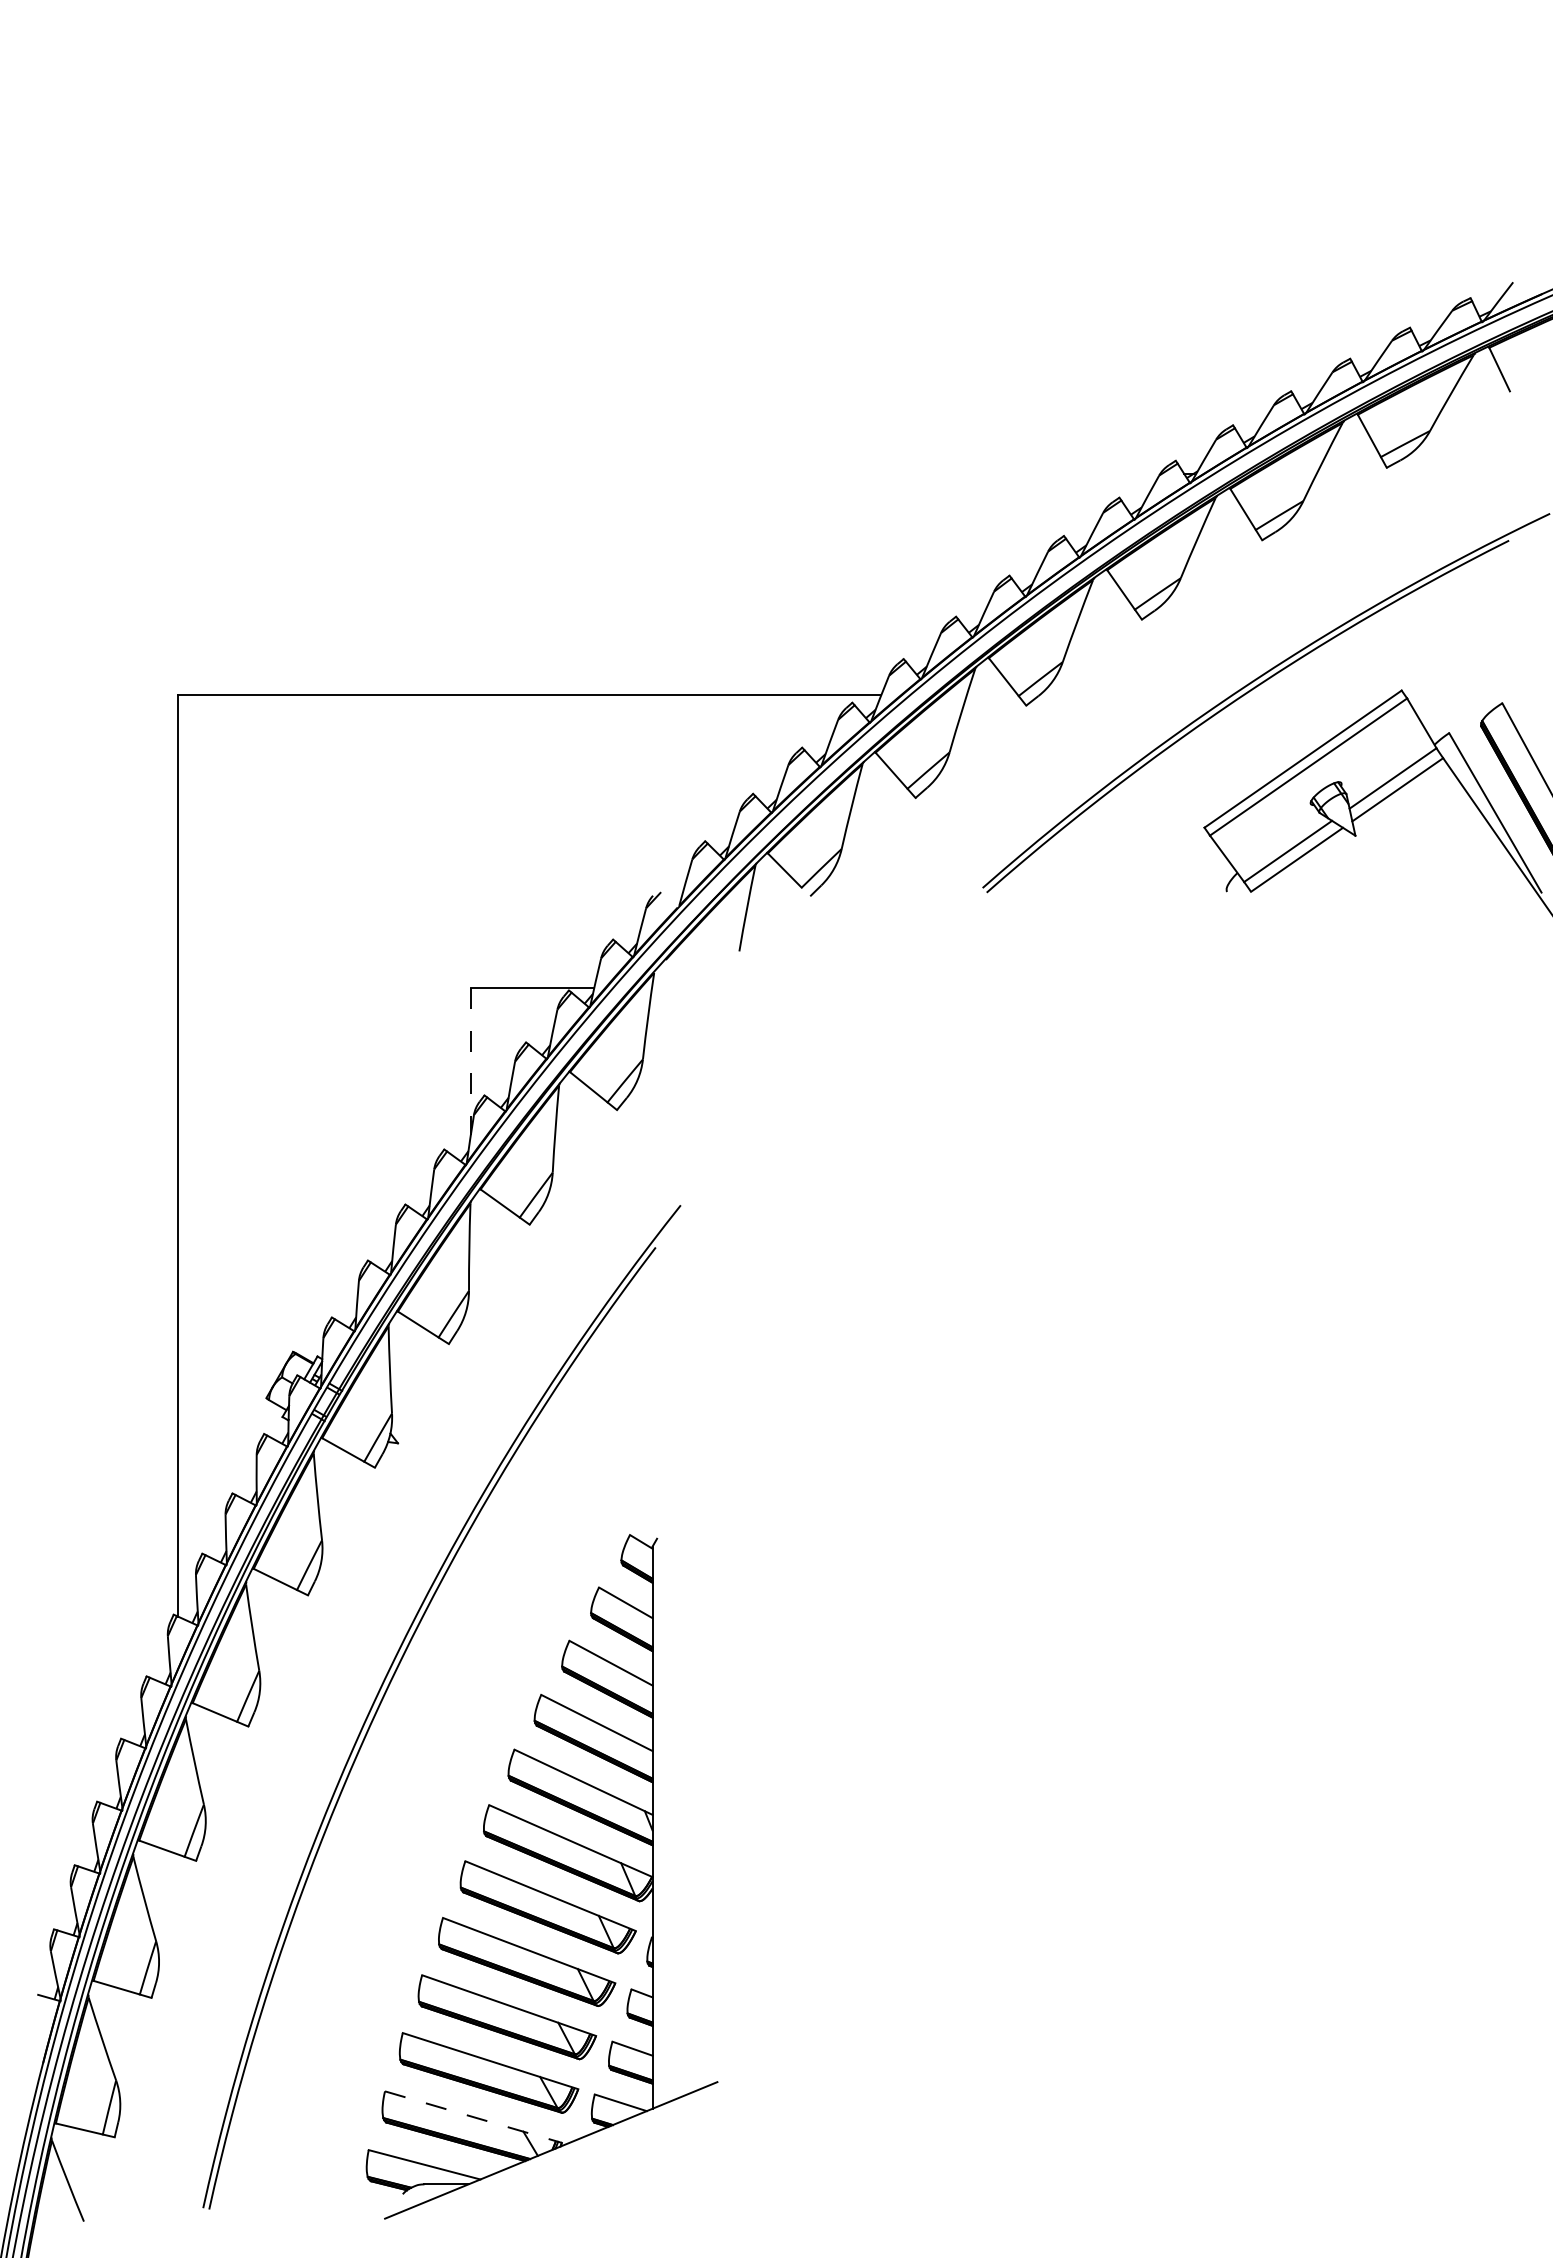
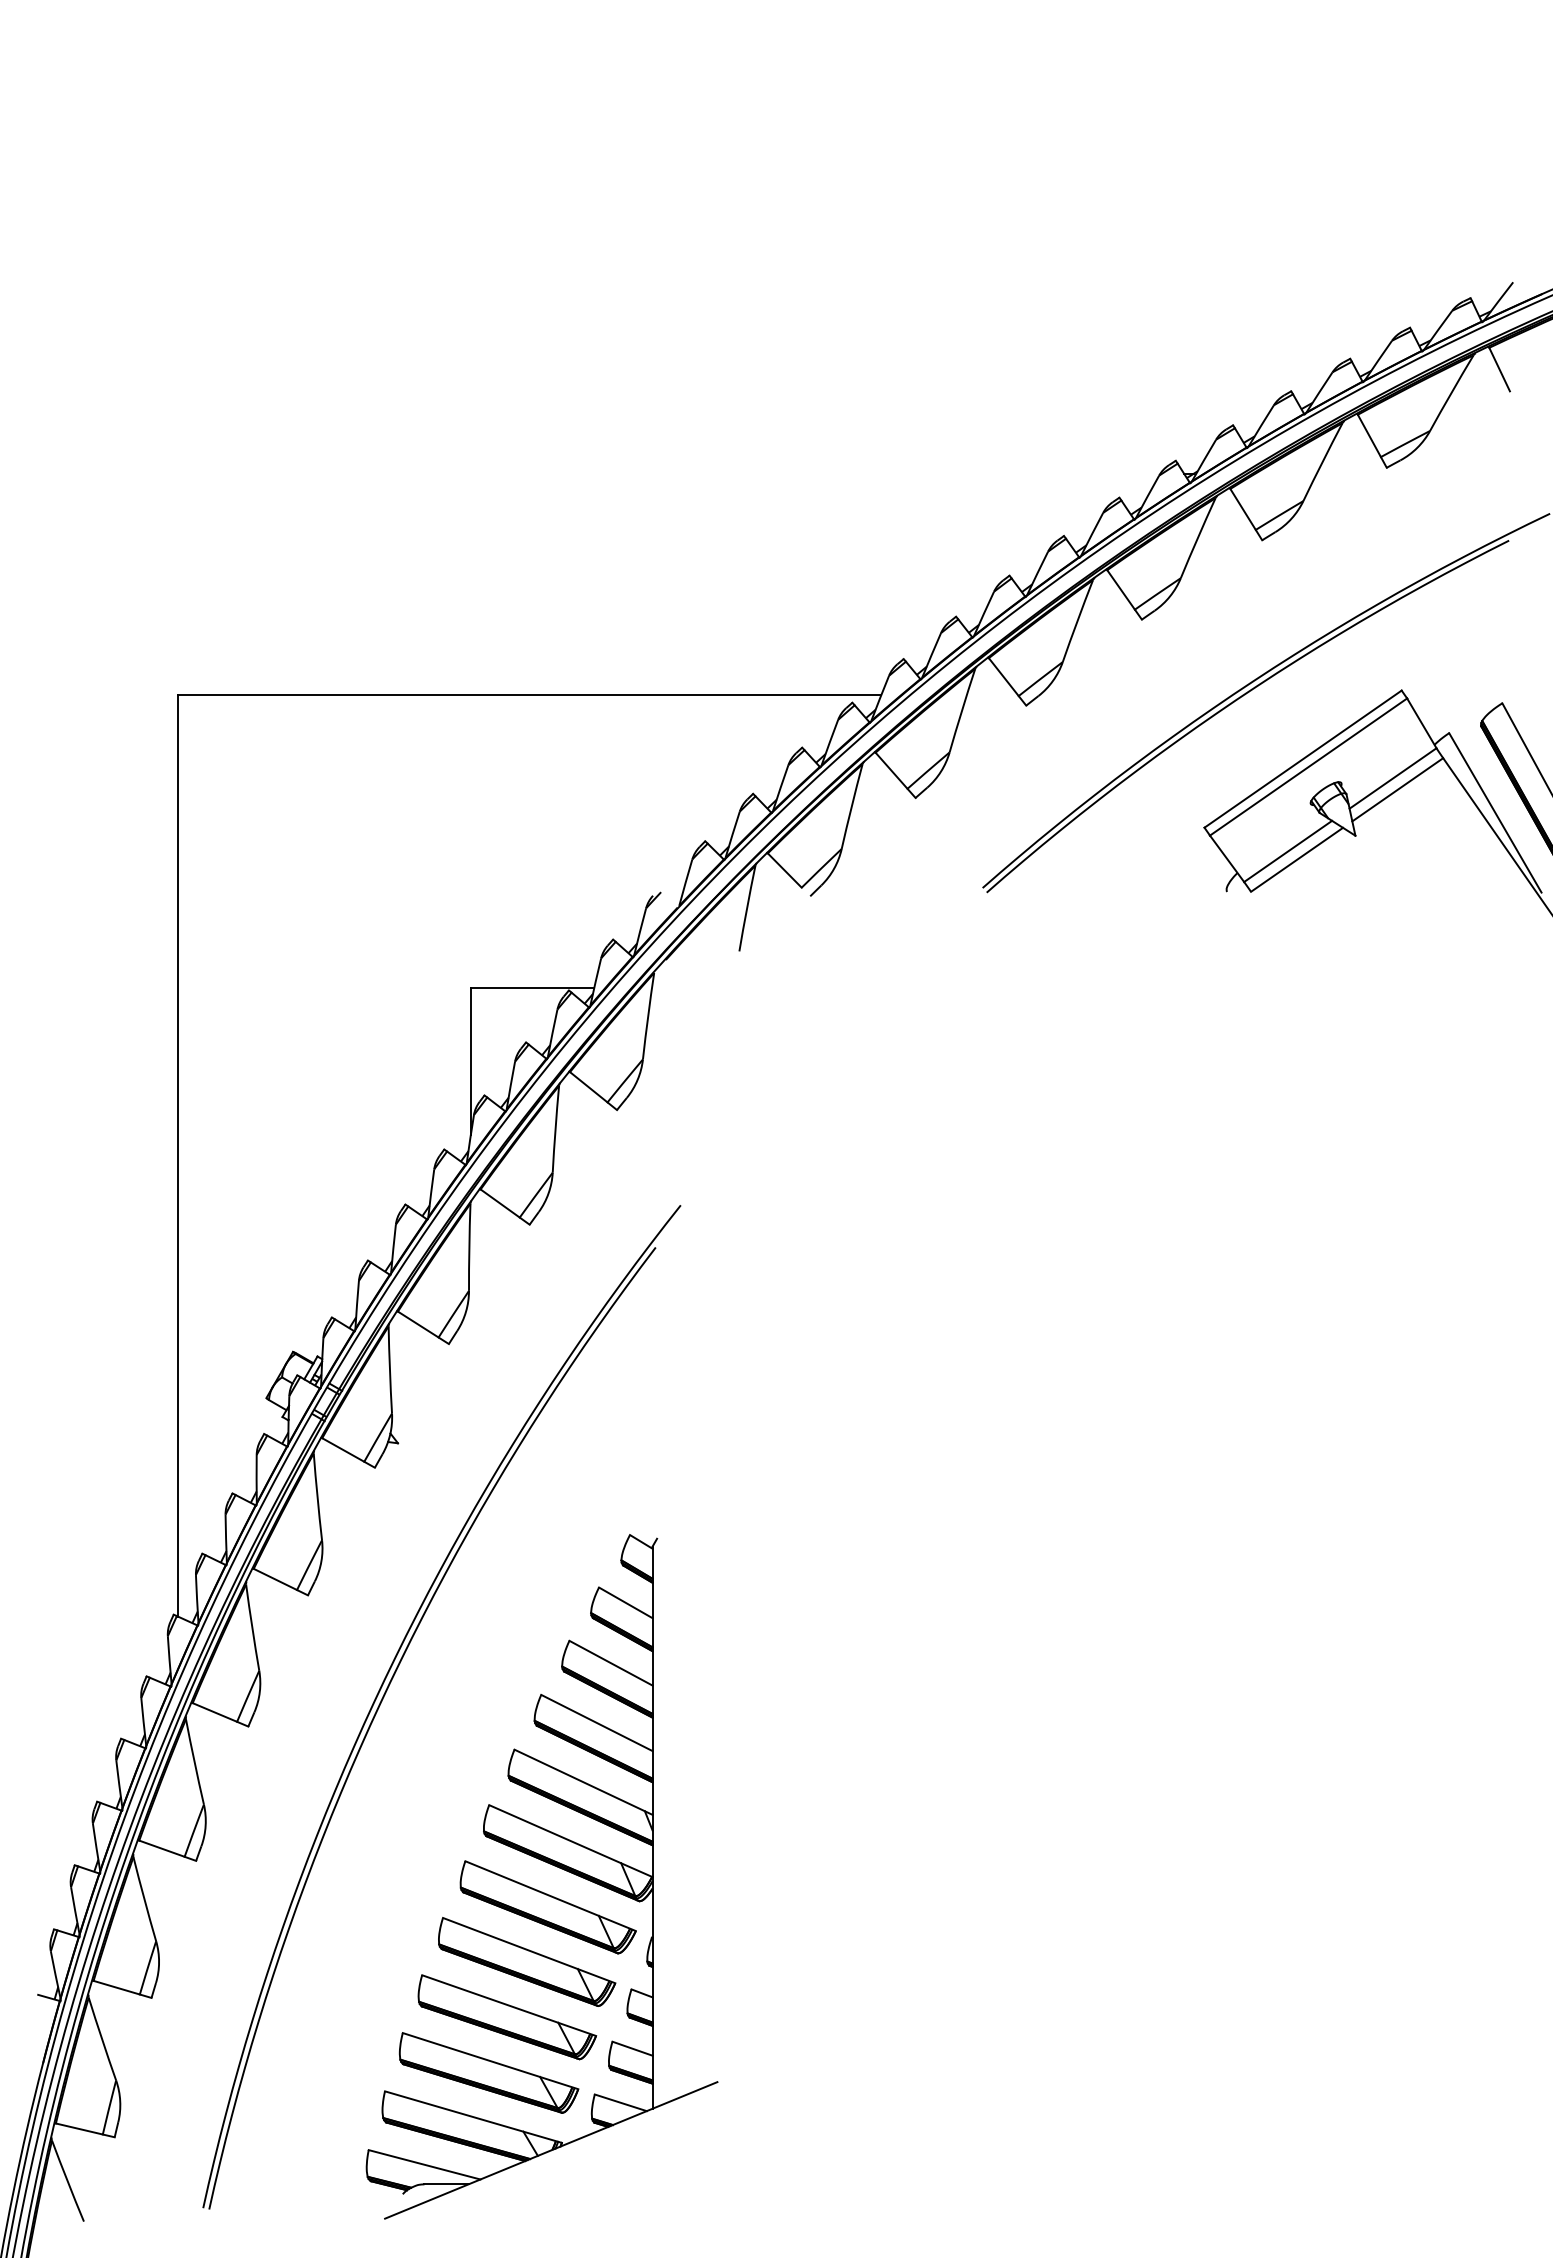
line at (470, 1061): dashed -> solid
line at (473, 2117): dashed -> solid
